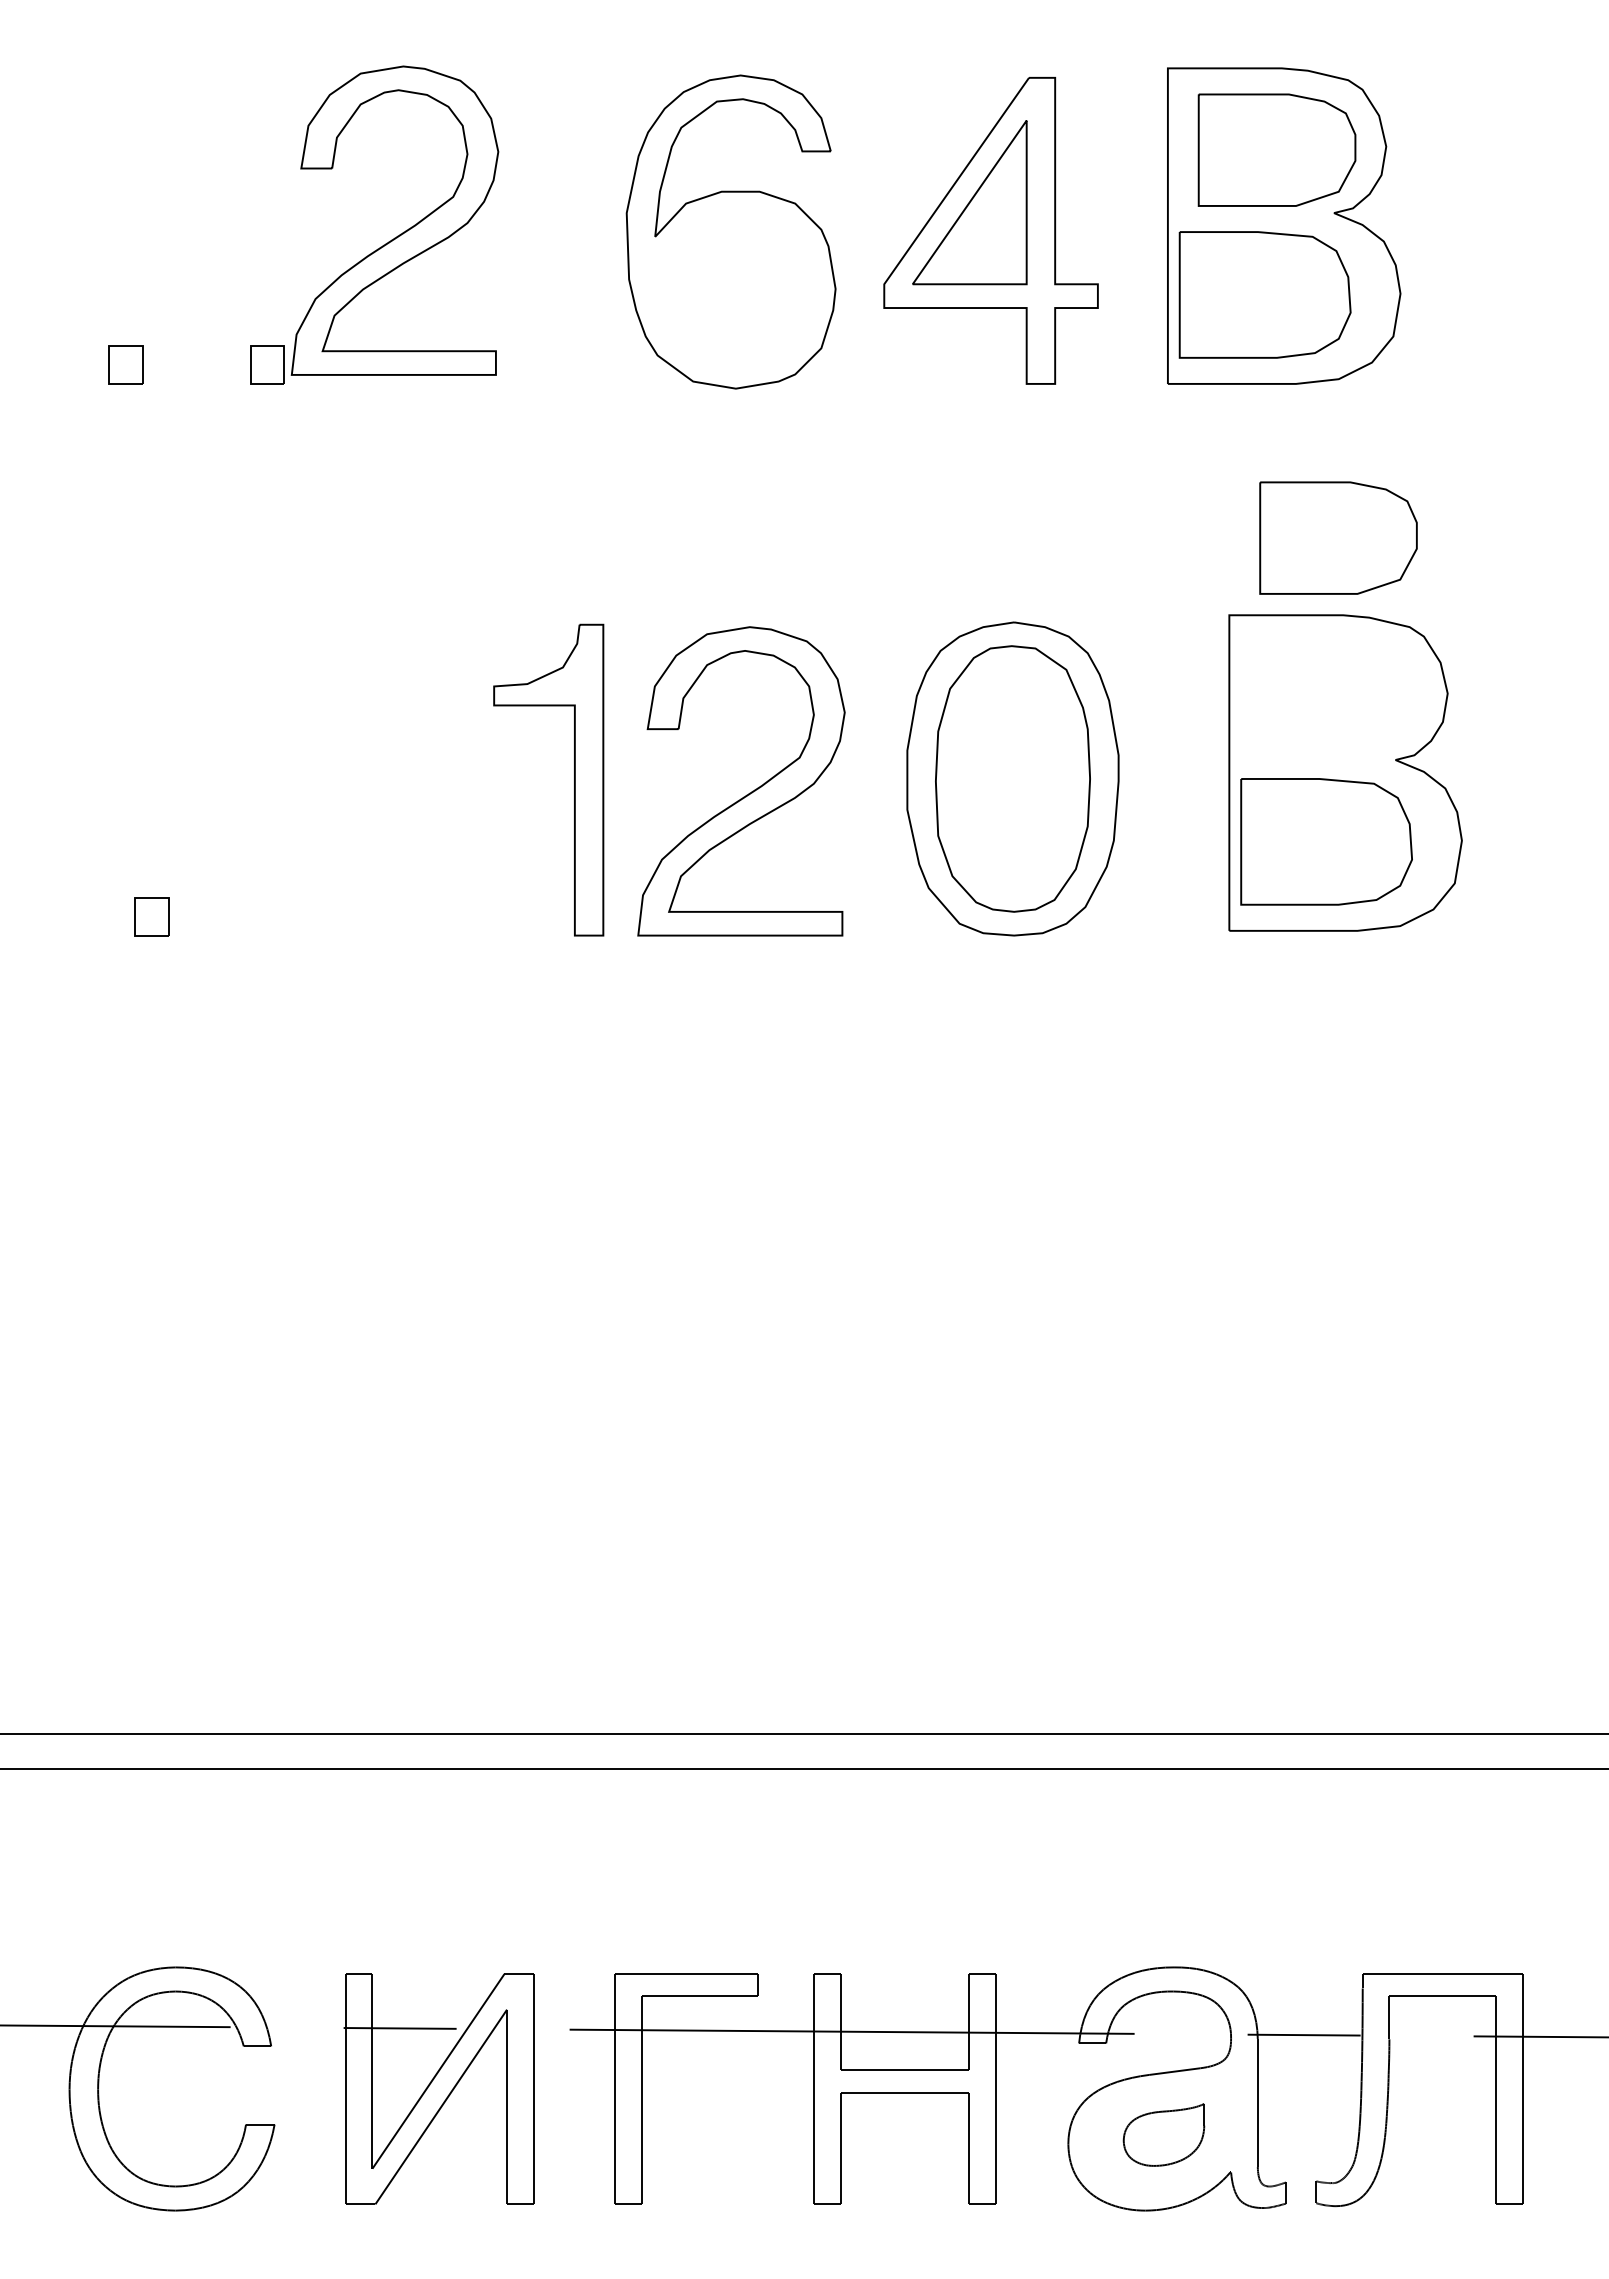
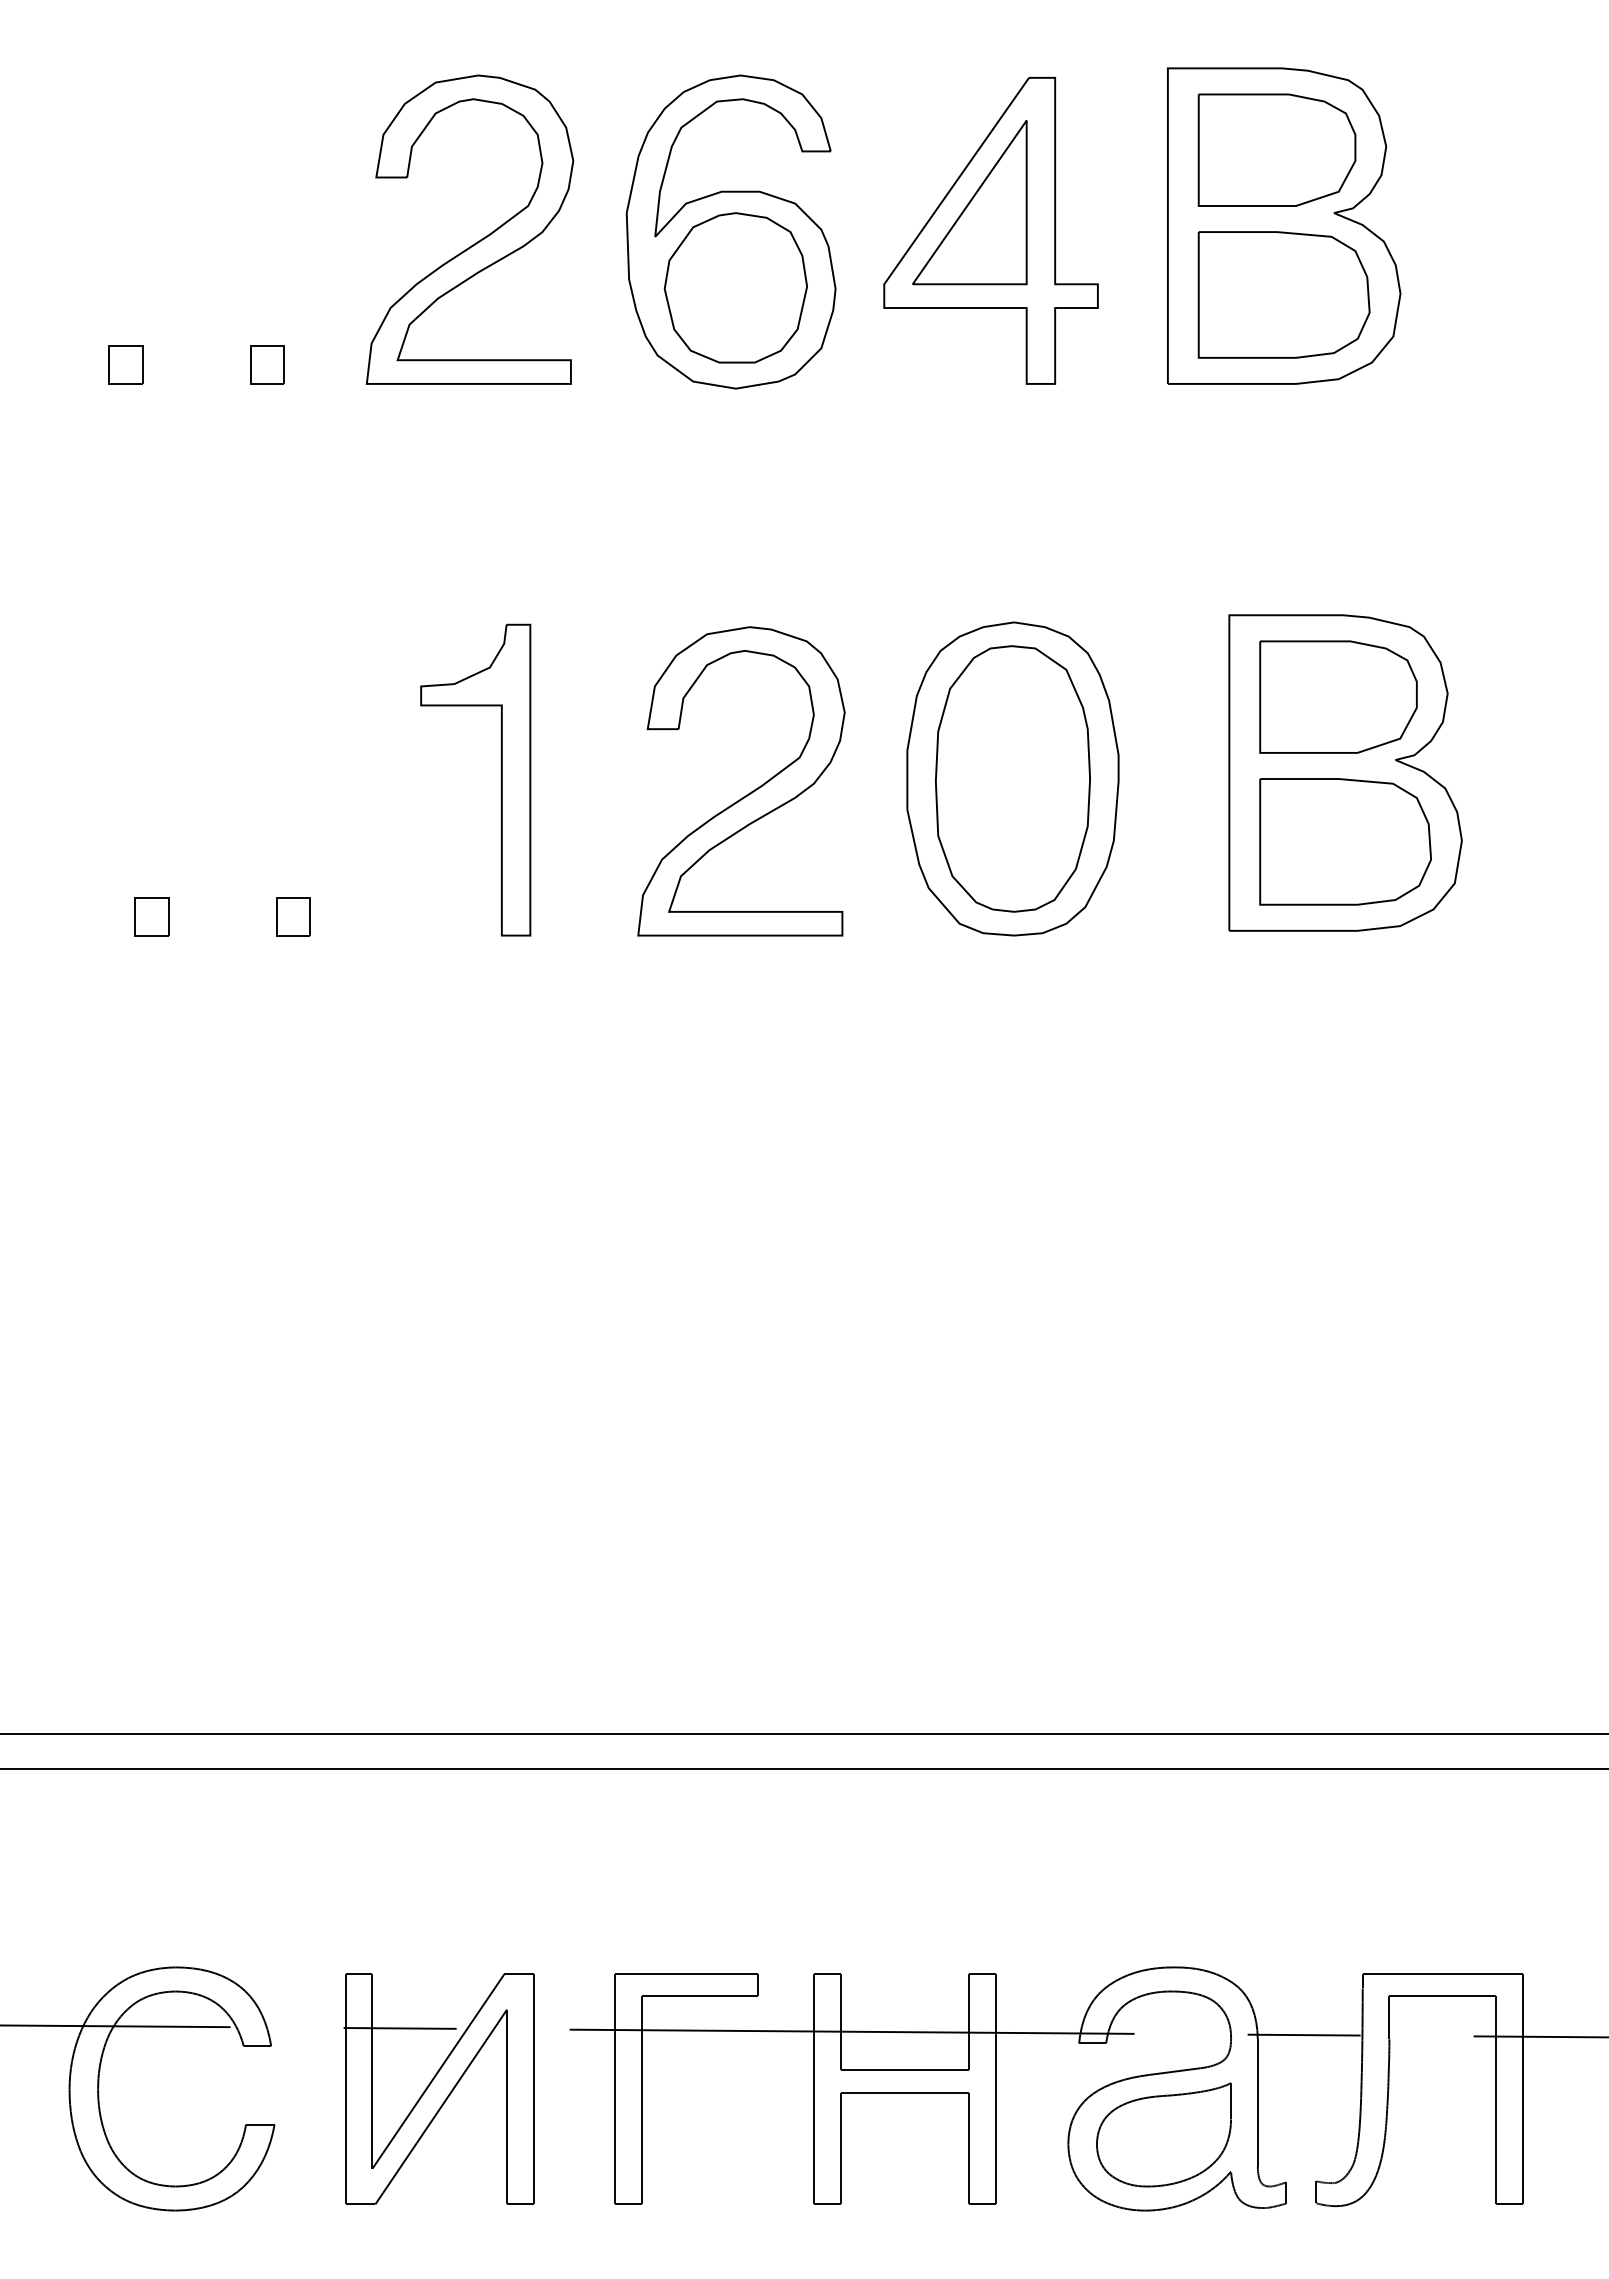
part at (400, 233) position: (400, 233) -> (475, 242)
part at (735, 287): none -> present
part at (1264, 294) position: (1264, 294) -> (1283, 294)
part at (1338, 537) position: (1338, 537) -> (1338, 696)
part at (574, 779) position: (574, 779) -> (501, 779)
part at (1326, 841) position: (1326, 841) -> (1345, 841)
part at (293, 916): none -> present
part at (1163, 2134) size: 84x64 px -> 136x106 px
